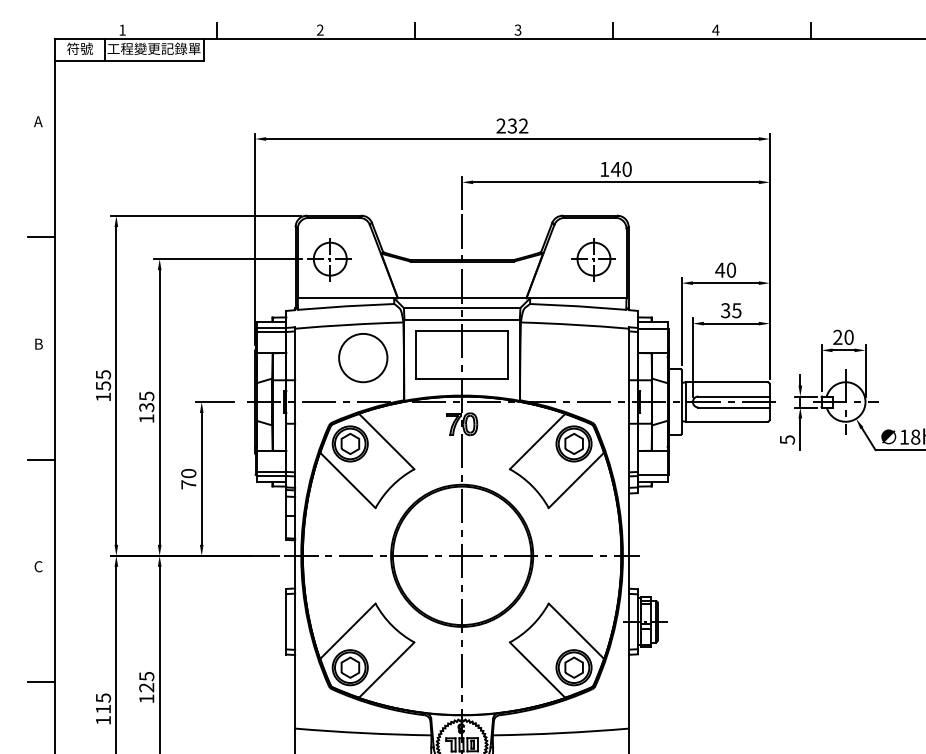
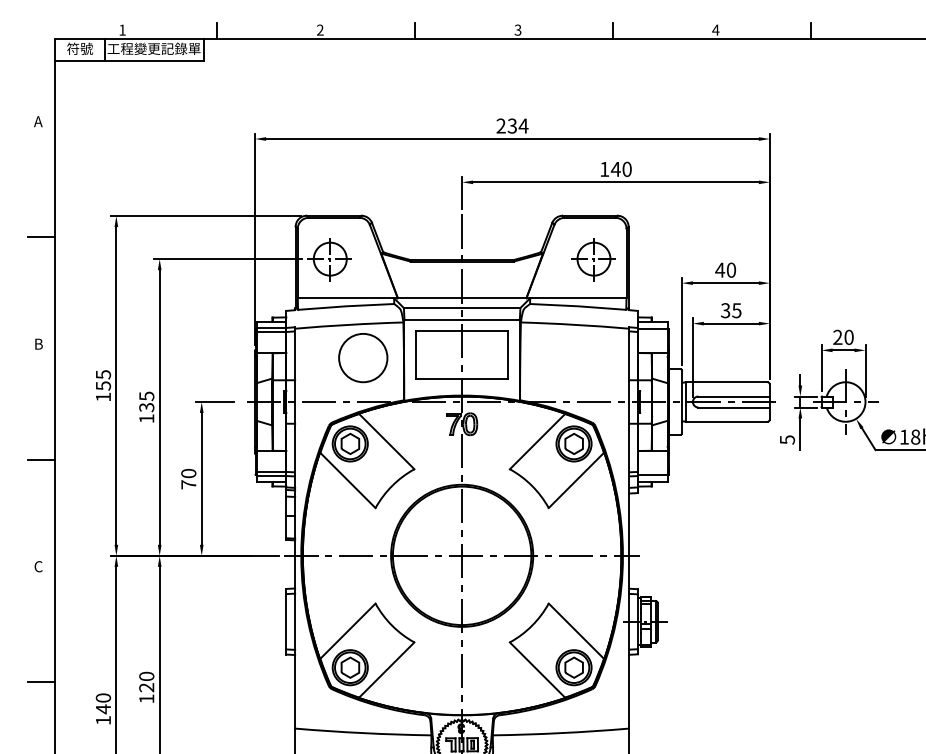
text at (523, 125): 232 -> 234
text at (146, 676): 125 -> 120
text at (102, 703): 115 -> 140
